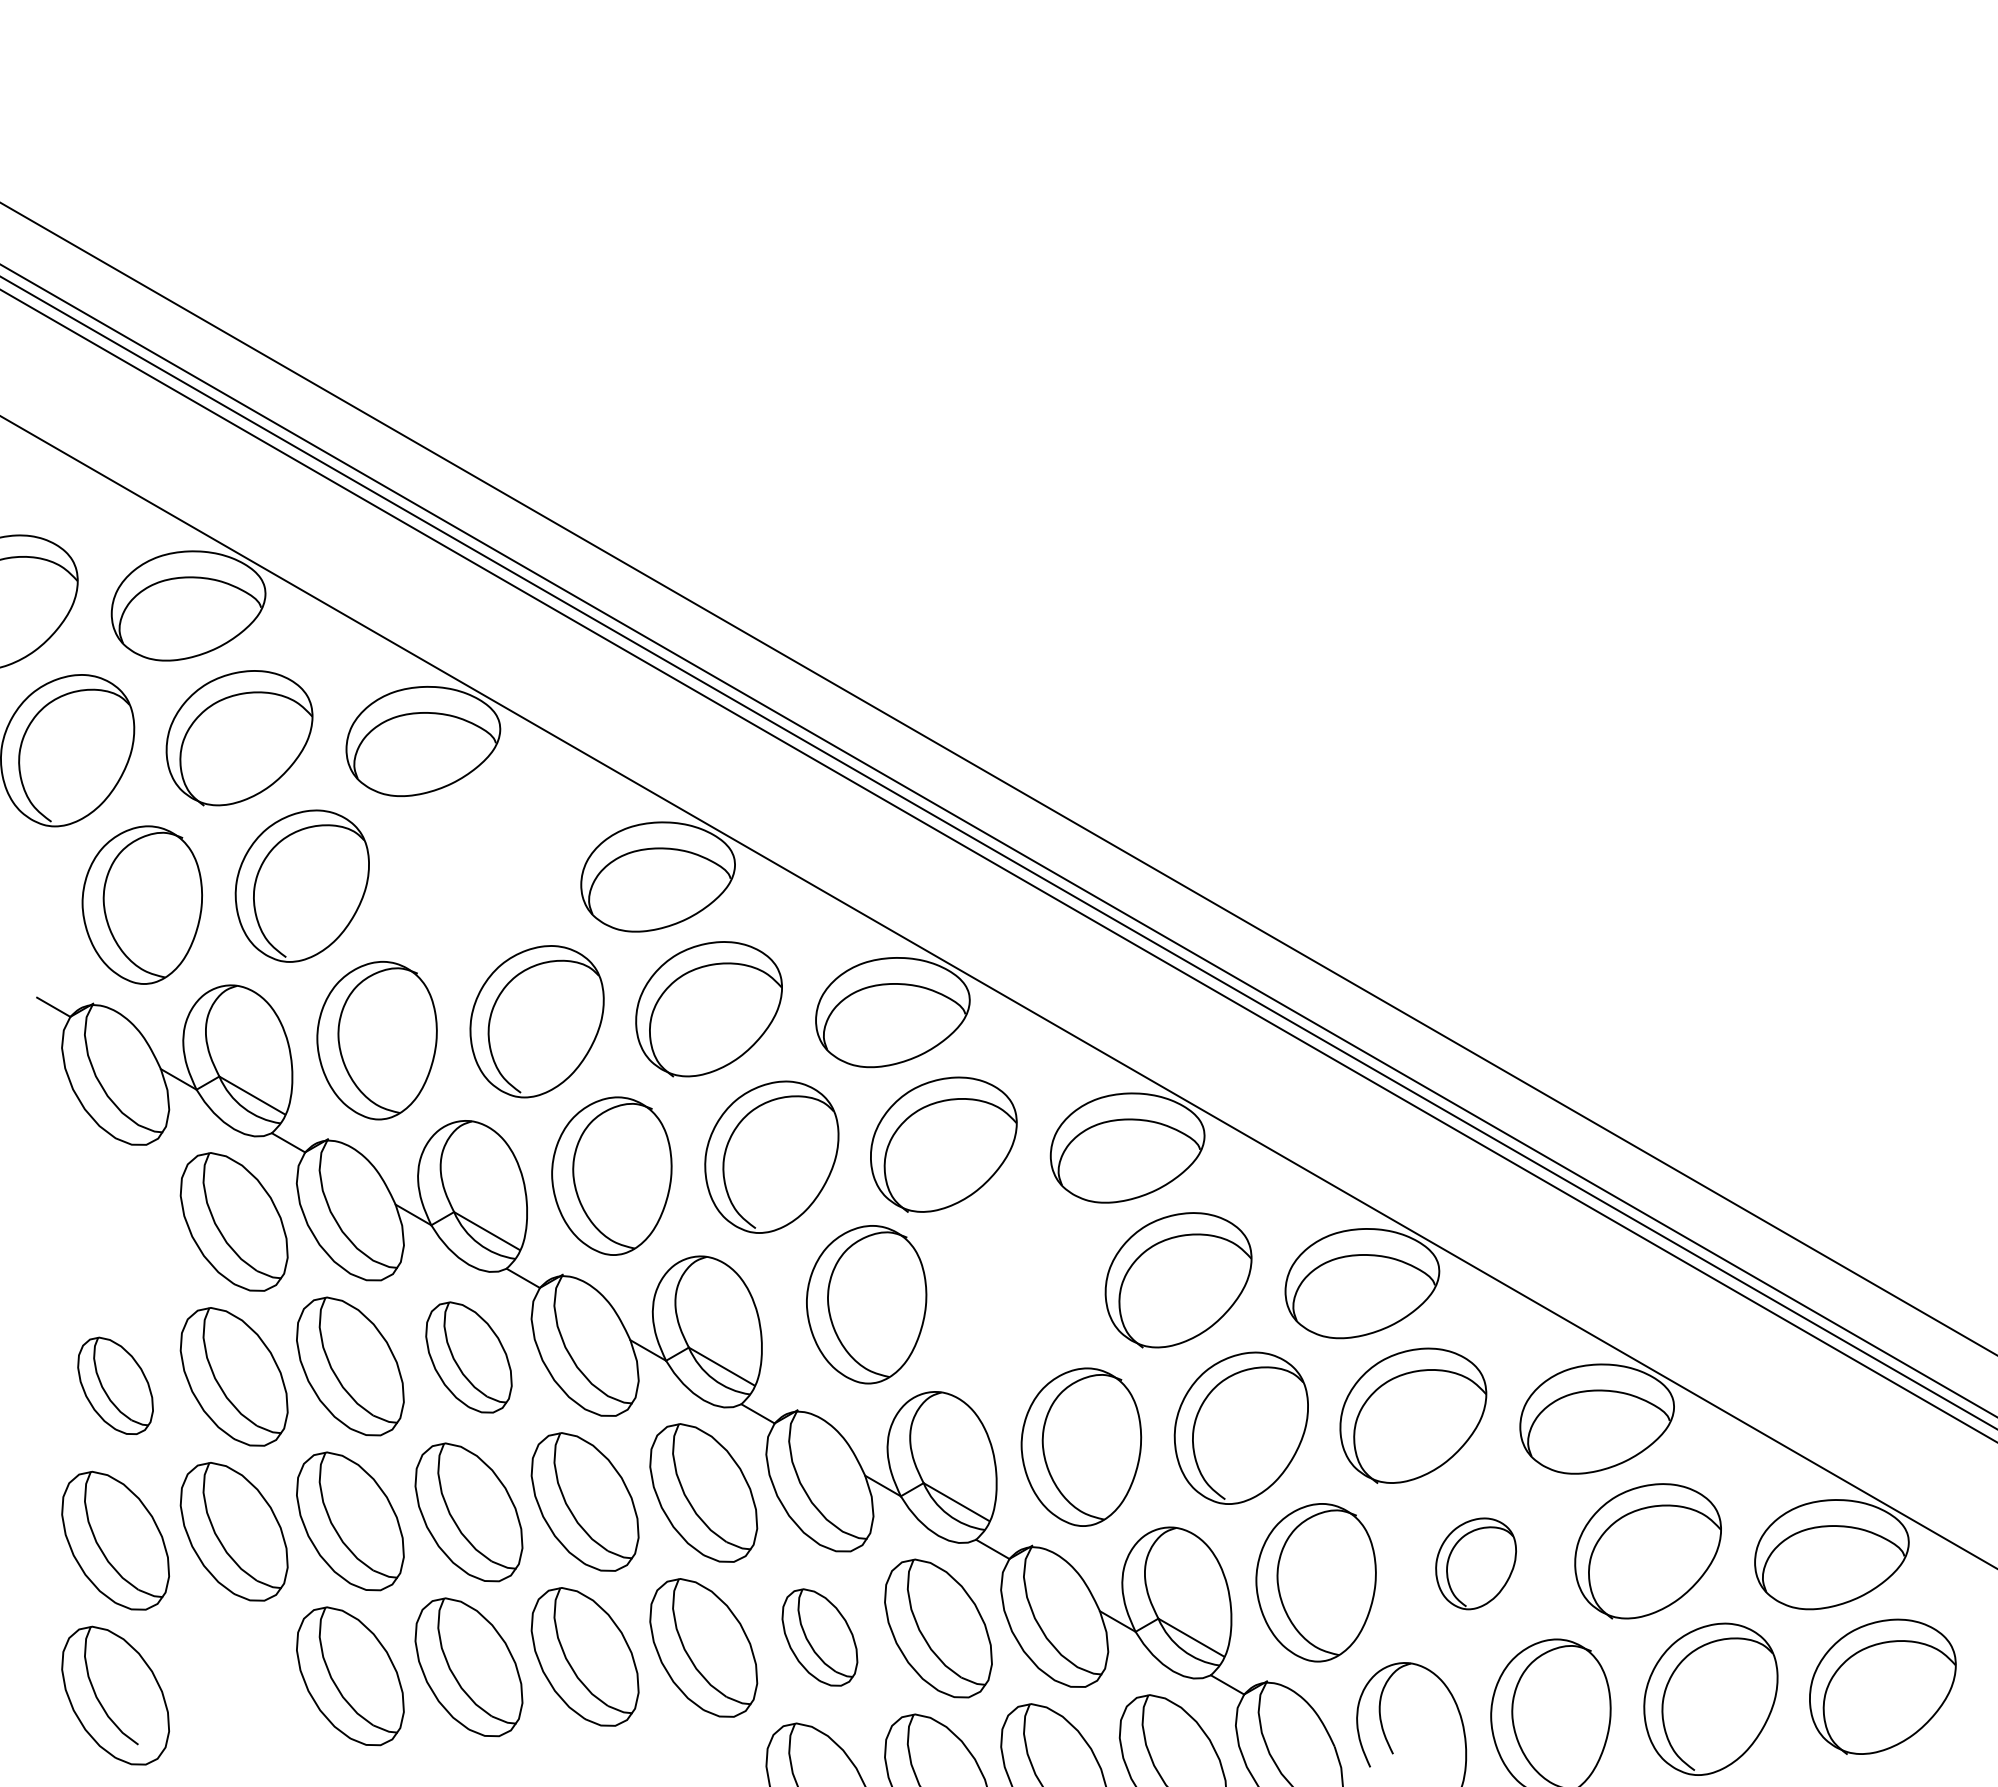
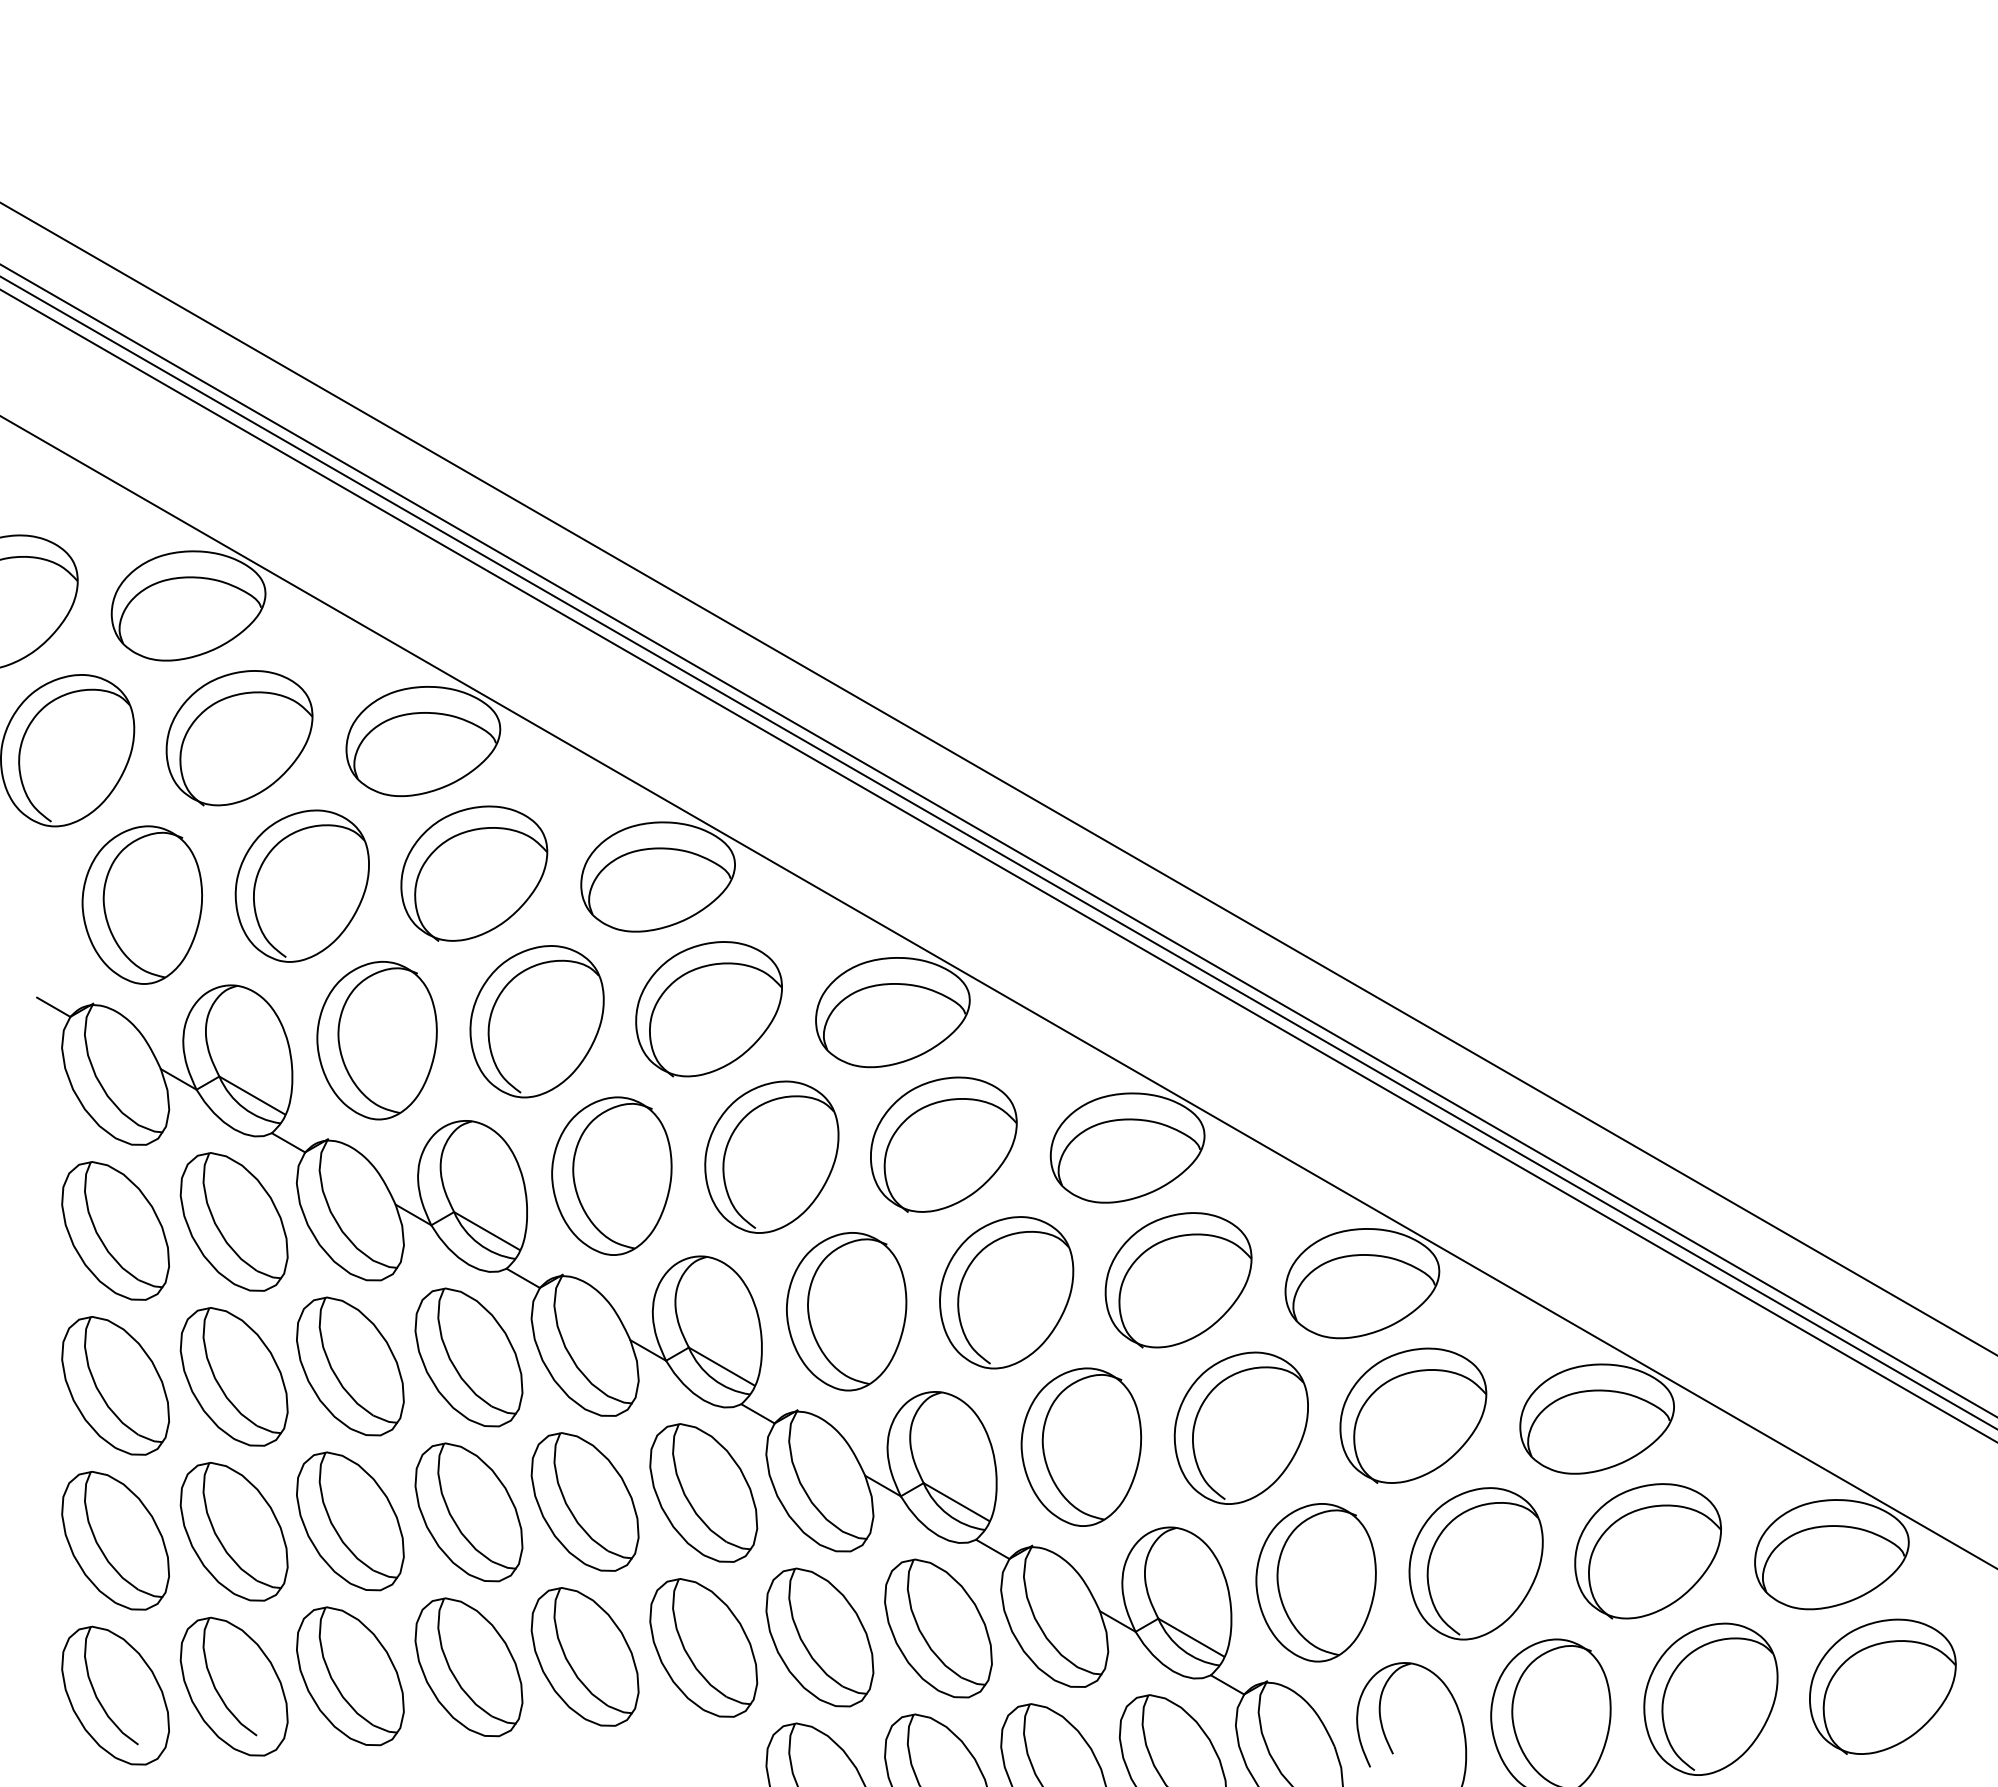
part at (474, 873): none -> present
part at (115, 1230): none -> present
part at (1006, 1292): none -> present
part at (866, 1304) position: (866, 1304) -> (846, 1311)
part at (468, 1357) size: 88x113 px -> 110x141 px
part at (115, 1385) size: 77x99 px -> 109x140 px
part at (1475, 1563) size: 82x94 px -> 136x154 px
part at (819, 1637) size: 78x99 px -> 110x141 px
part at (233, 1686): none -> present
